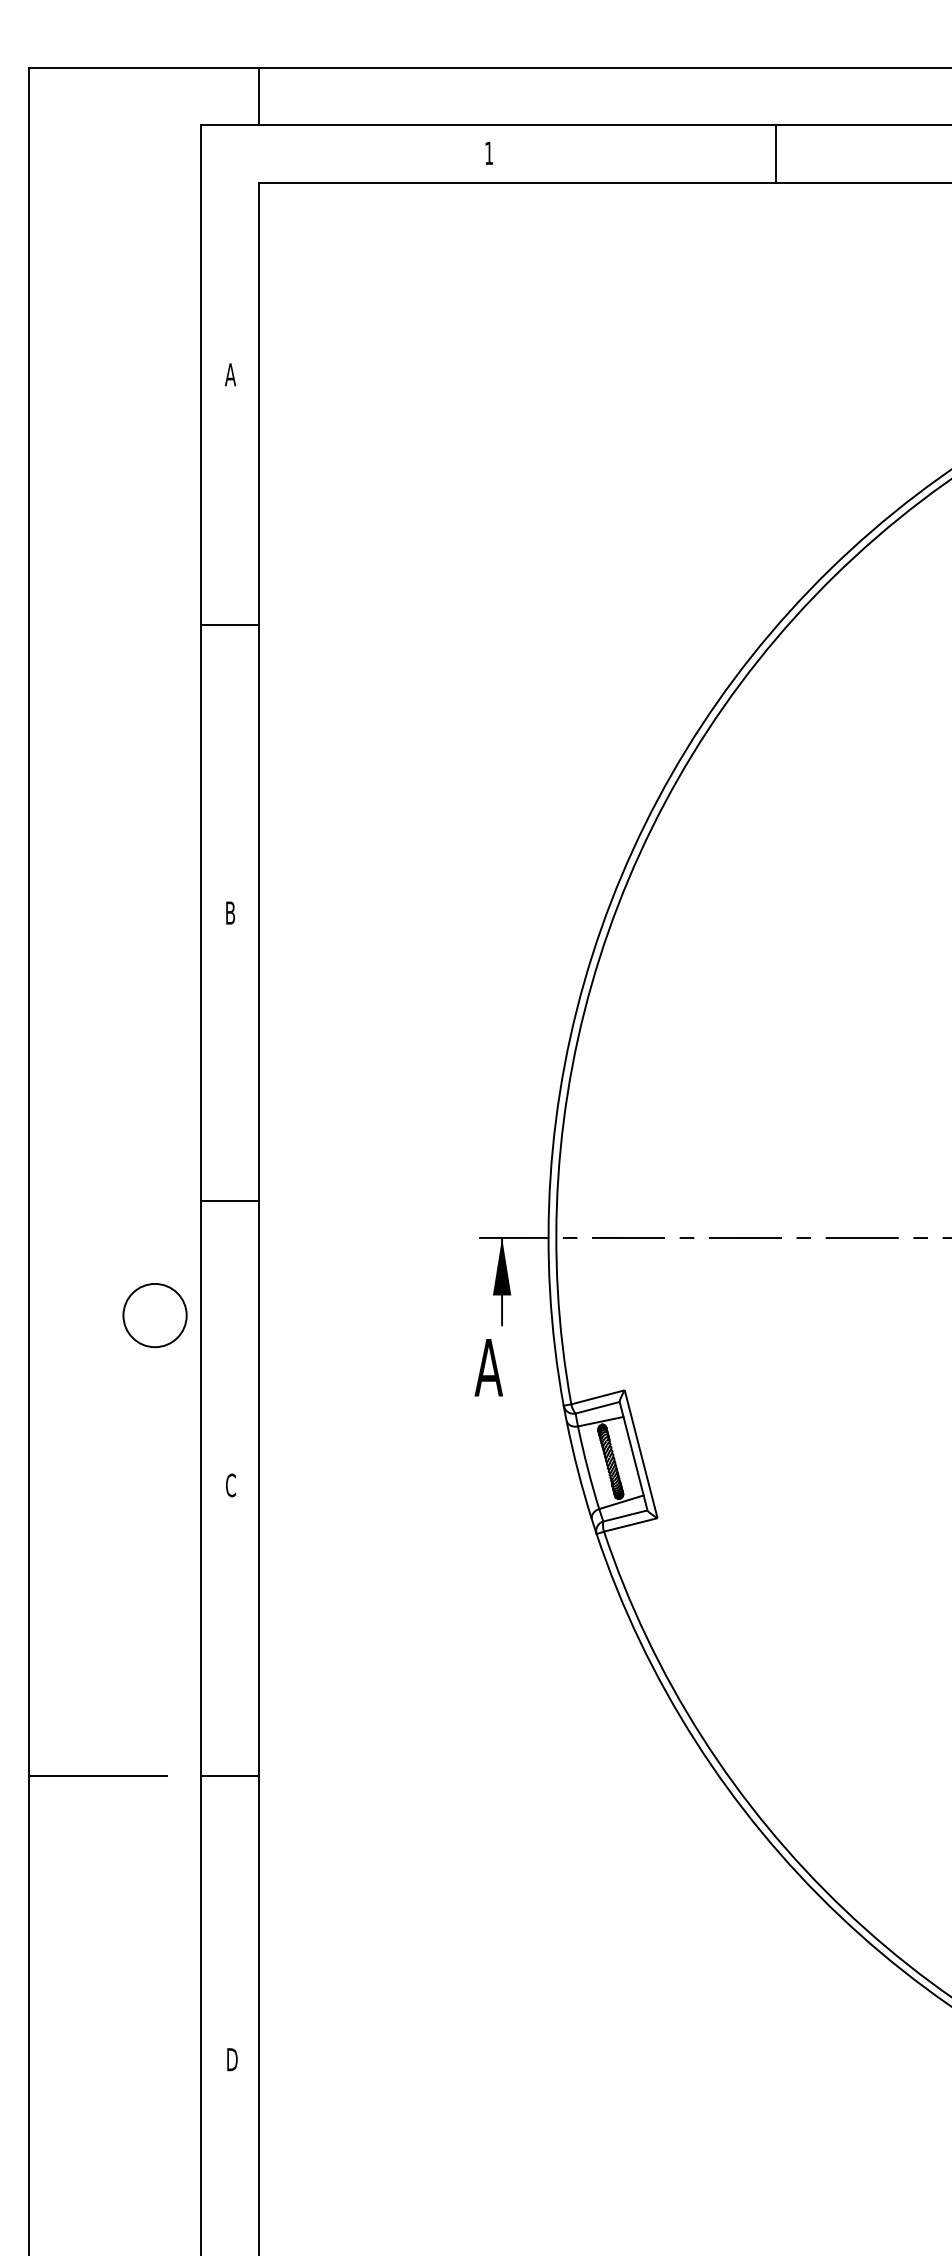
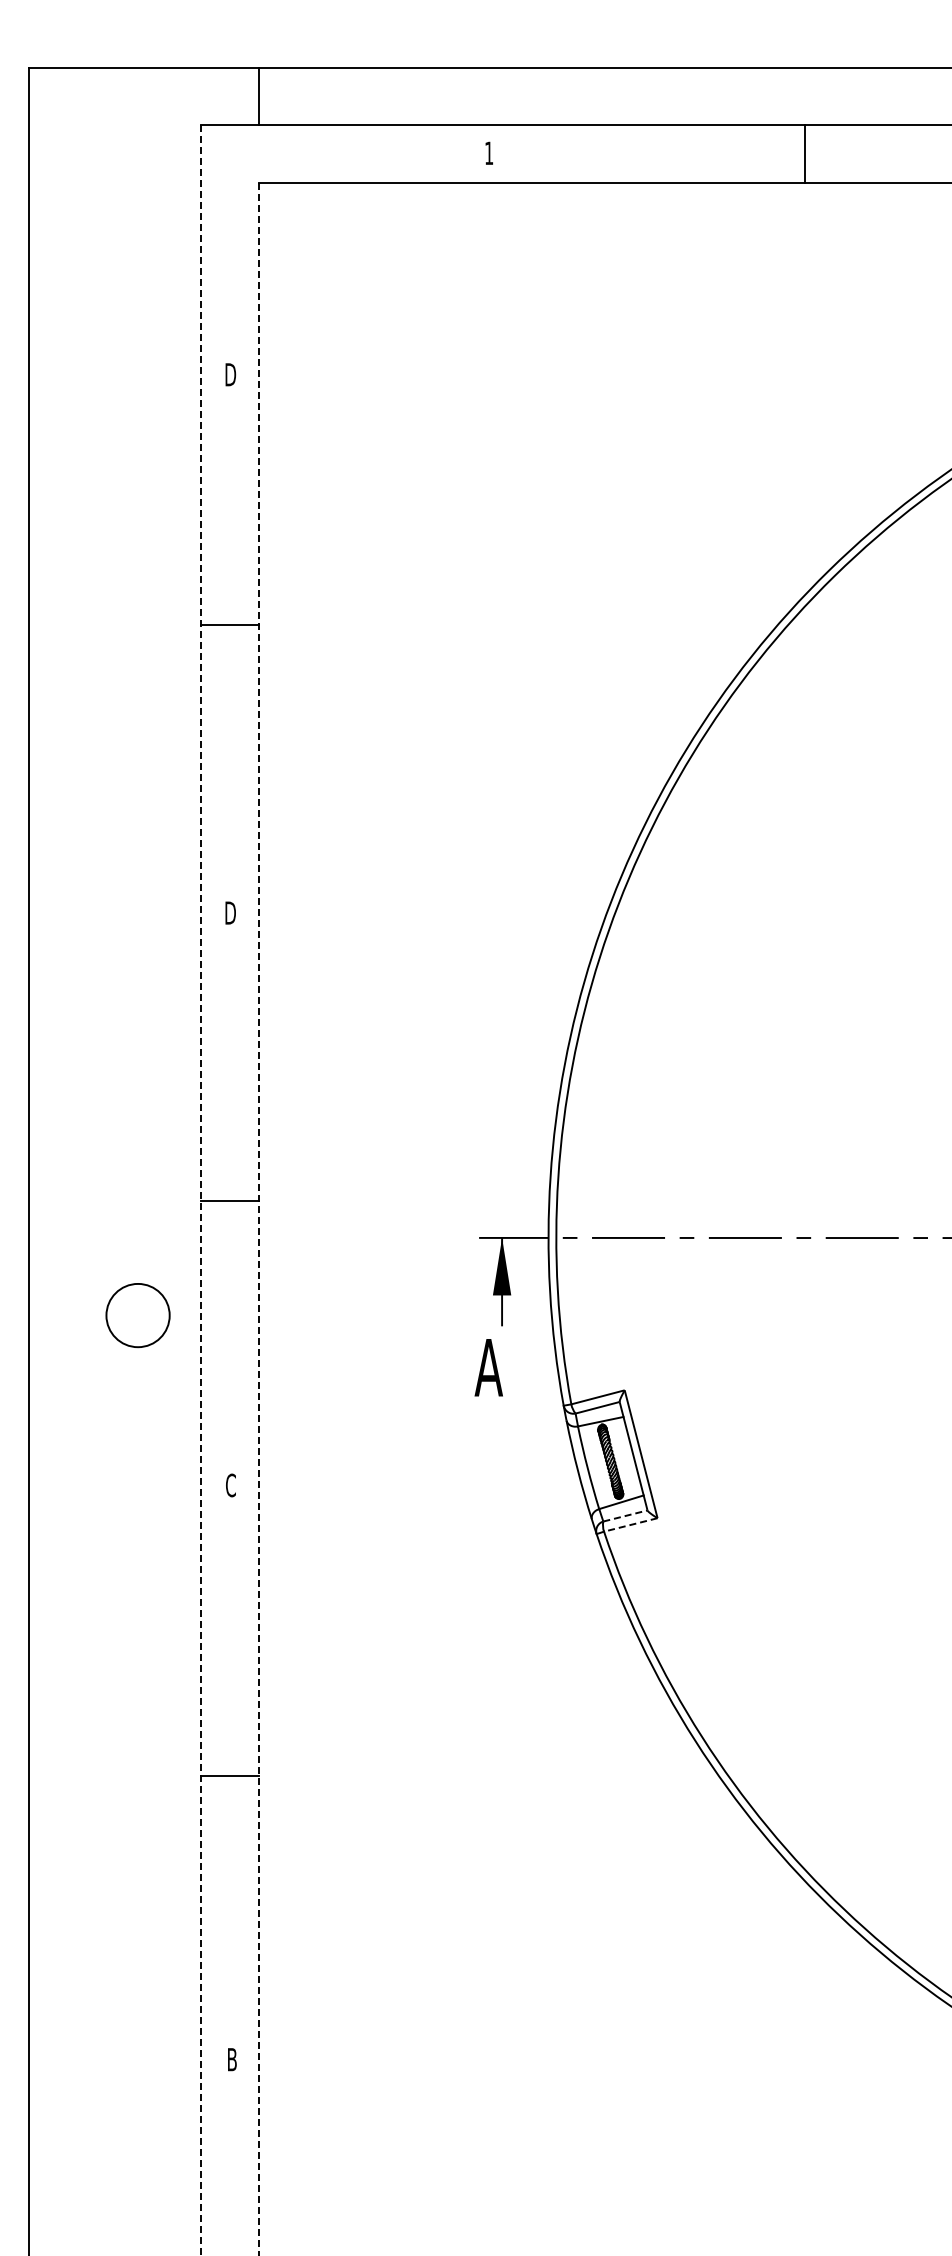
line at (776, 153) position: (776, 153) -> (805, 153)
text at (230, 374): A -> D
text at (230, 912): B -> D
line at (201, 1190): solid -> dashed
line at (258, 1219): solid -> dashed
circle at (154, 1315) position: (154, 1315) -> (137, 1315)
line at (625, 1516): solid -> dashed
line at (630, 1524): solid -> dashed
line at (97, 1775): present -> none
text at (232, 2059): D -> B
